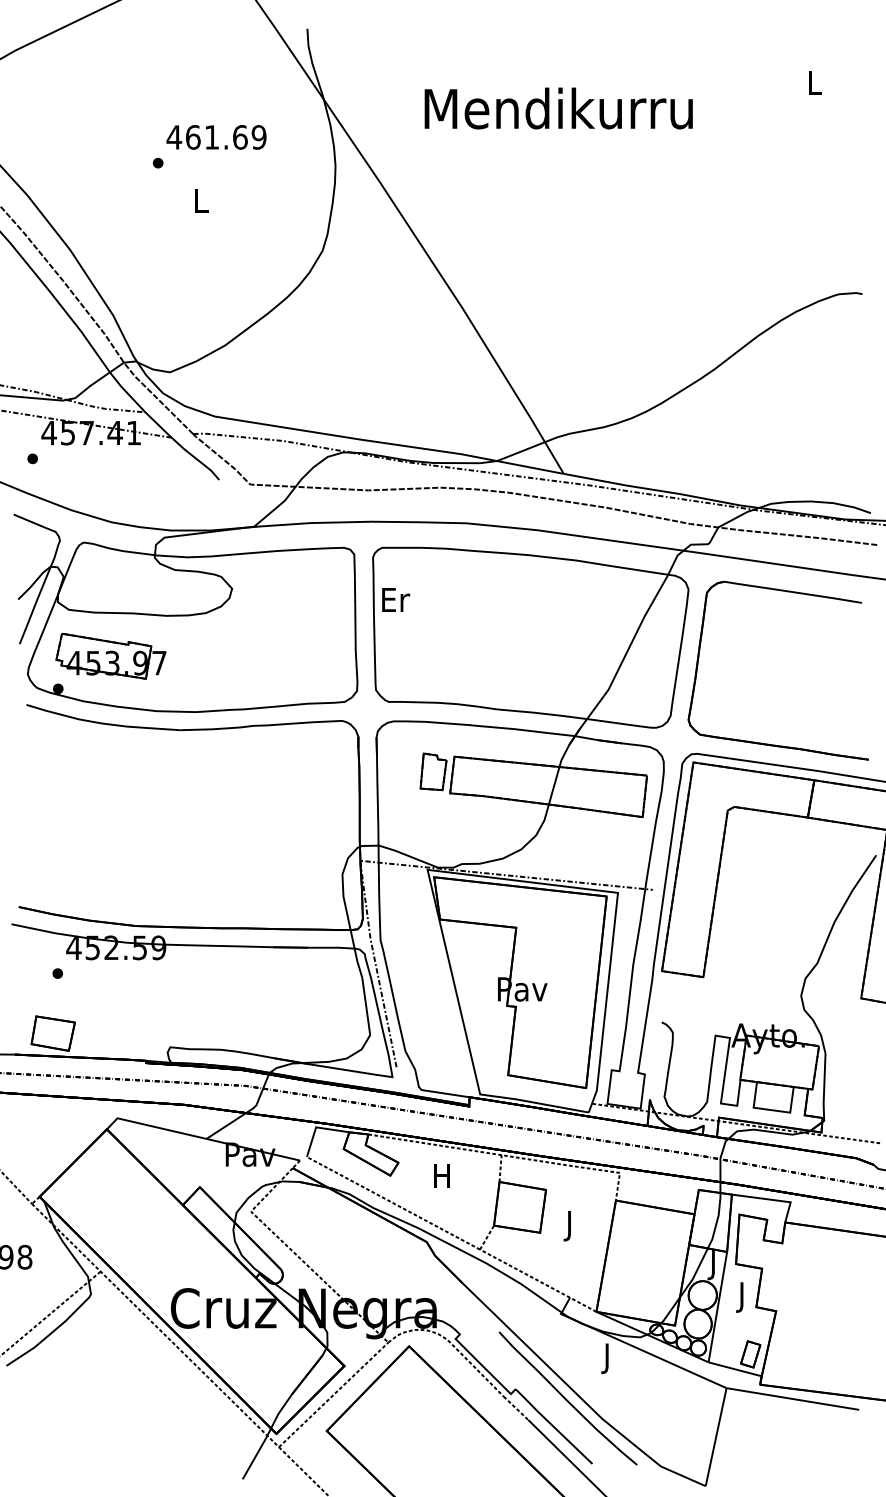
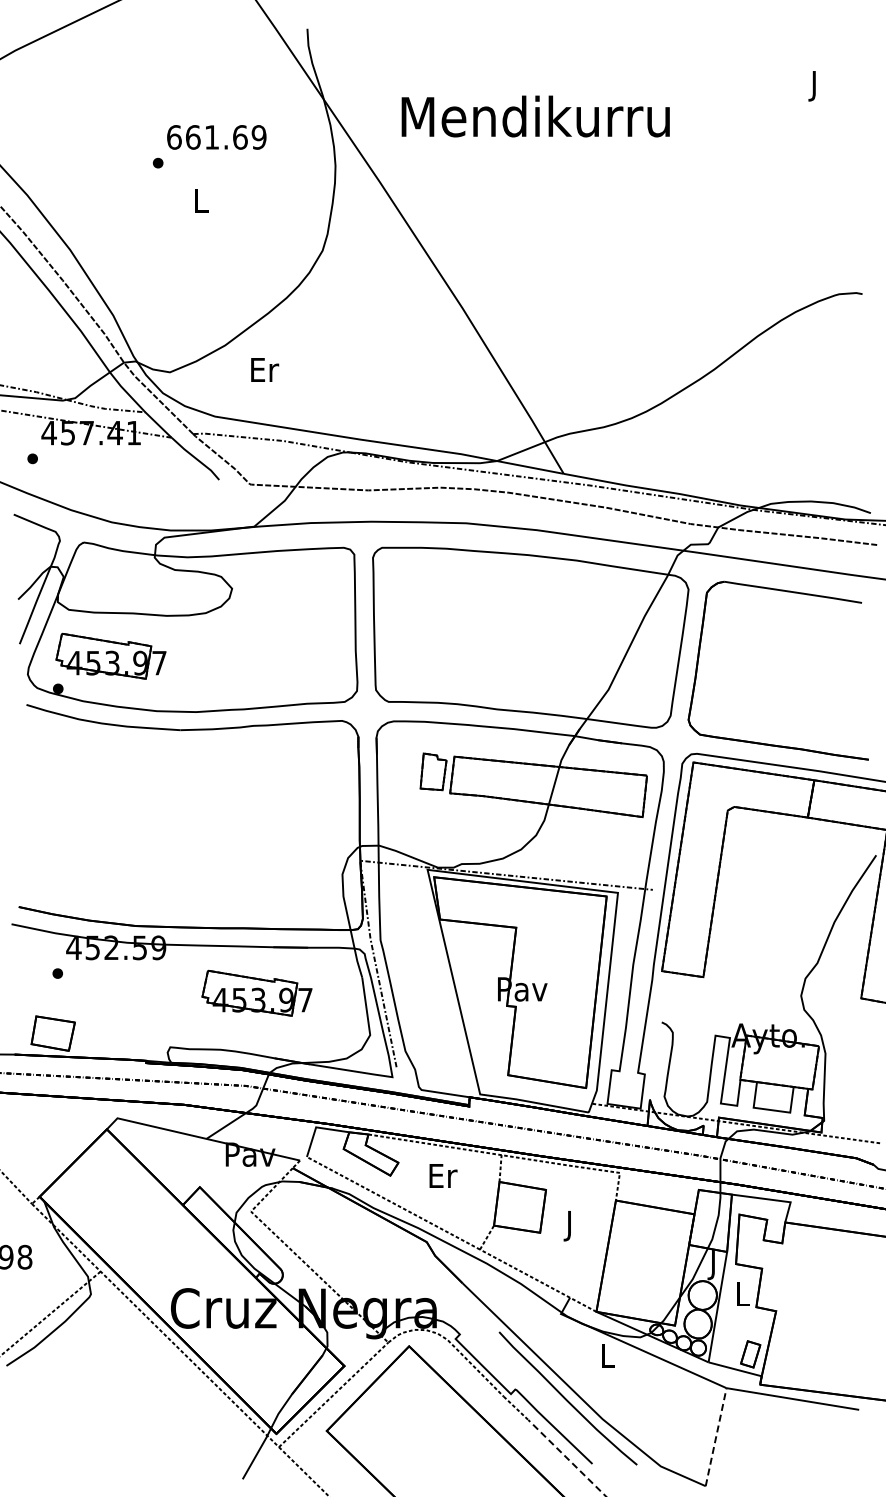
text at (814, 86): L -> J
text at (558, 108) position: (558, 108) -> (535, 116)
text at (174, 137): 461.69 -> 661.69
text at (396, 599) position: (396, 599) -> (265, 369)
part at (256, 992): none -> present
text at (443, 1175): H -> Er
text at (742, 1297): J -> L
text at (607, 1358): J -> L
line at (716, 1436): solid -> dashed
line at (567, 1458): solid -> dashed
